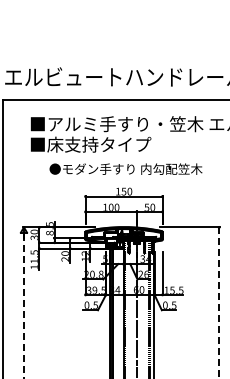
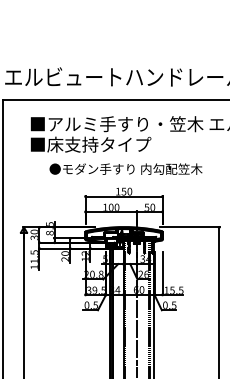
line at (219, 303): dashed -> solid
line at (23, 306): dashed -> solid
